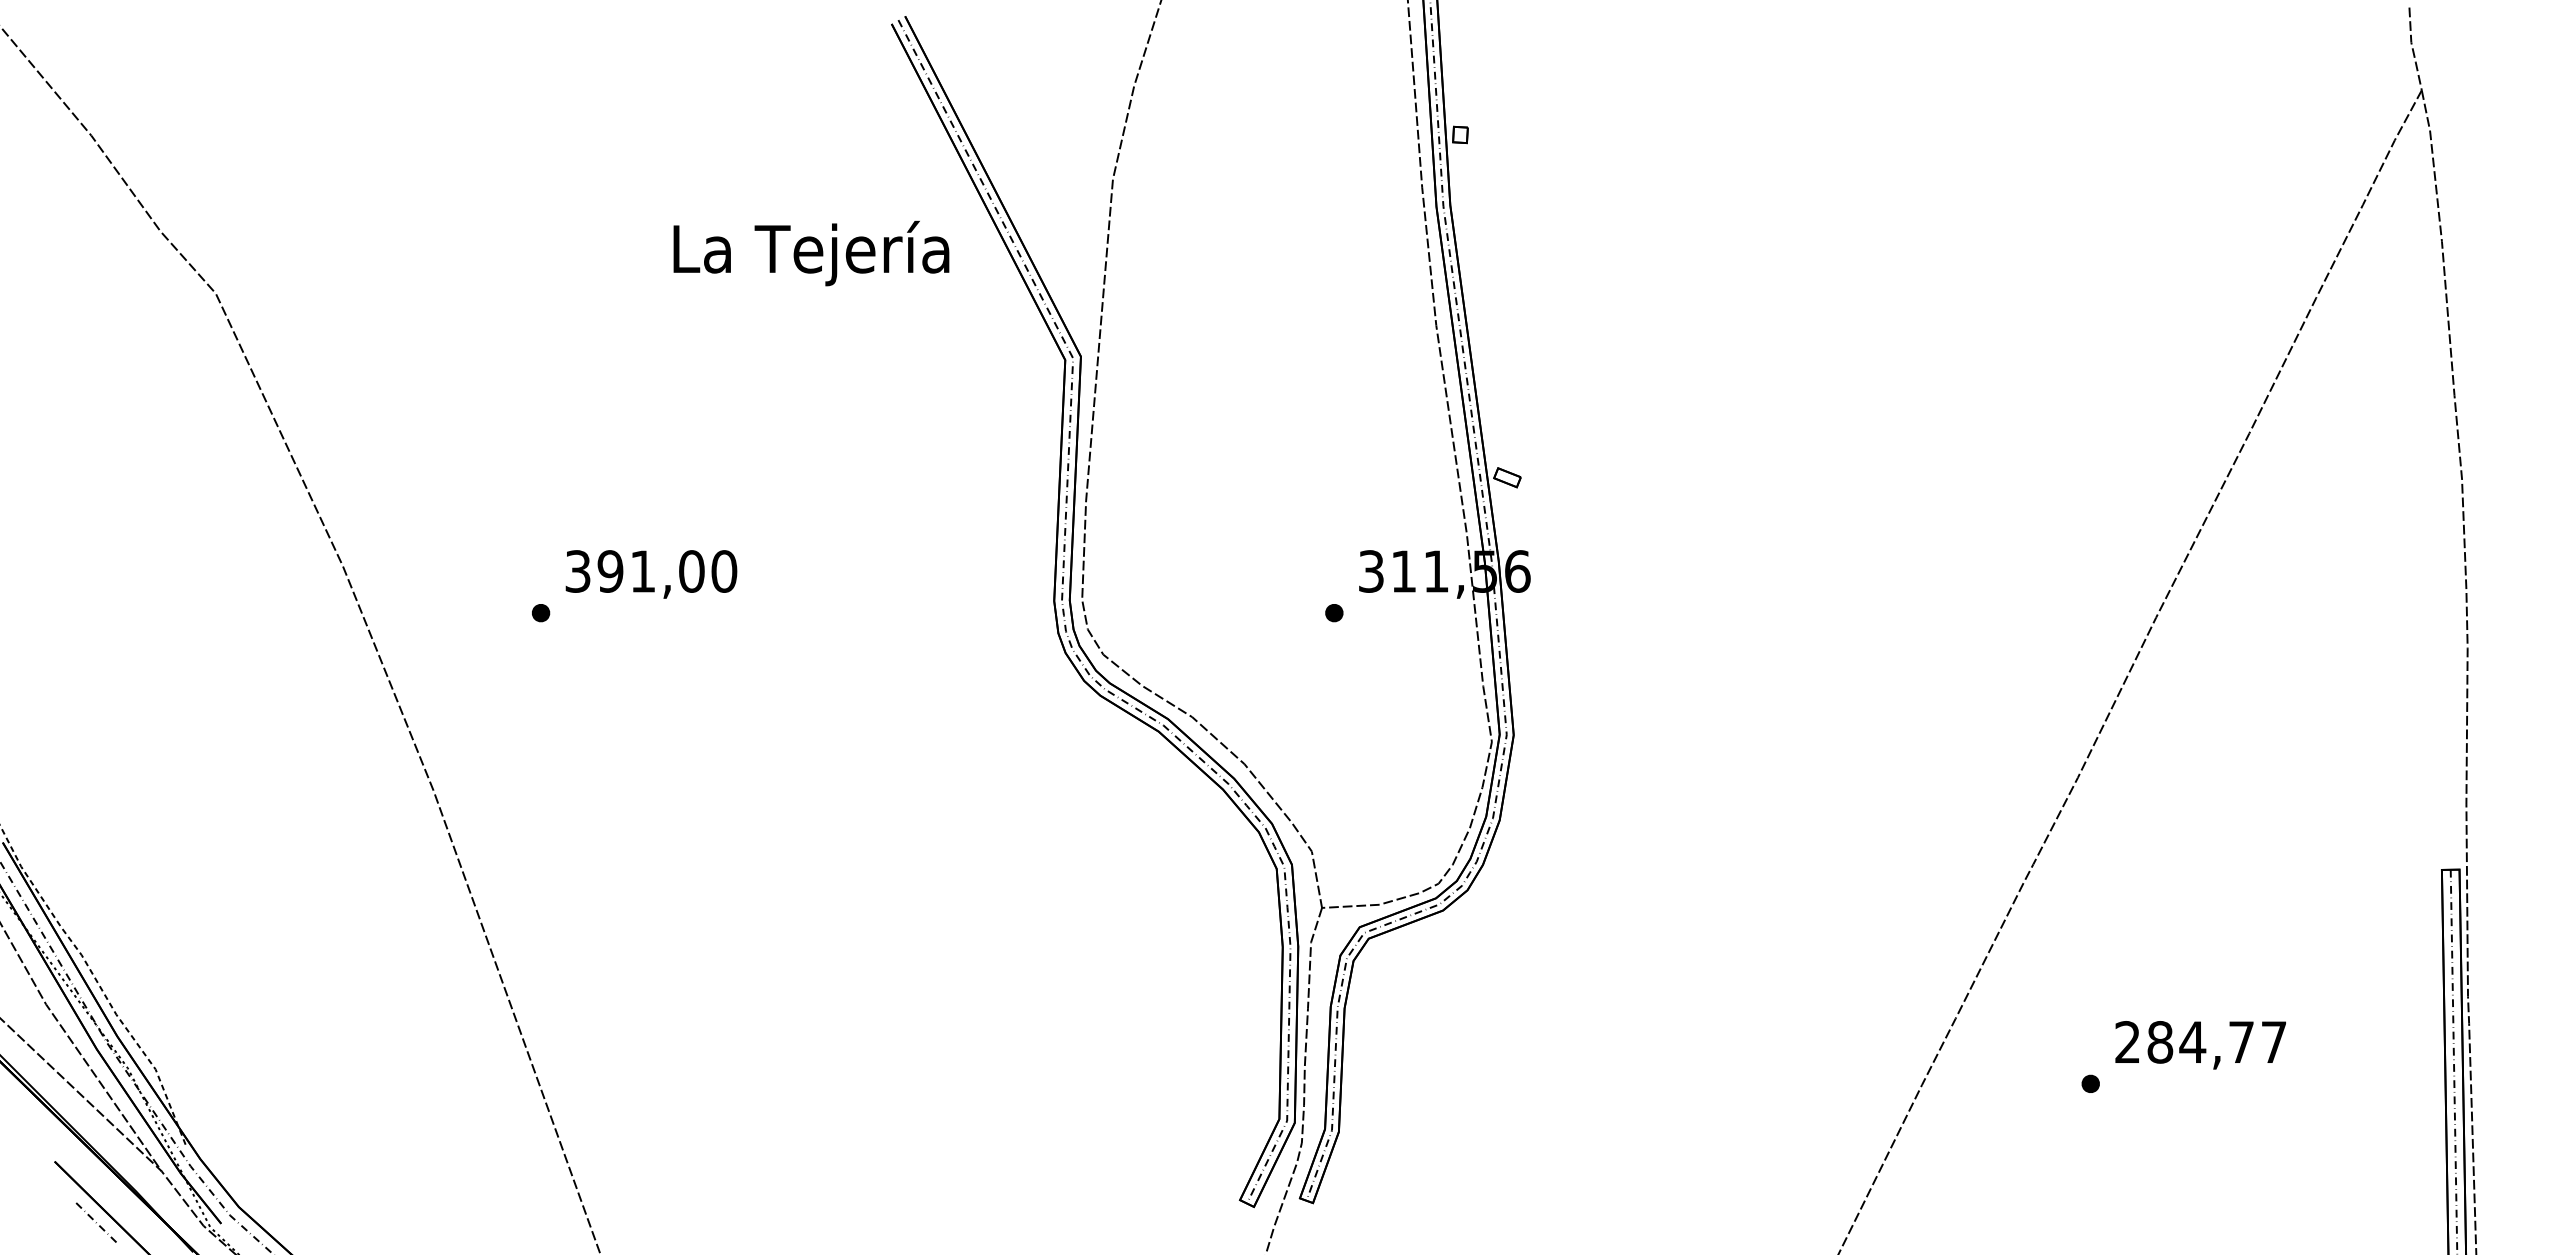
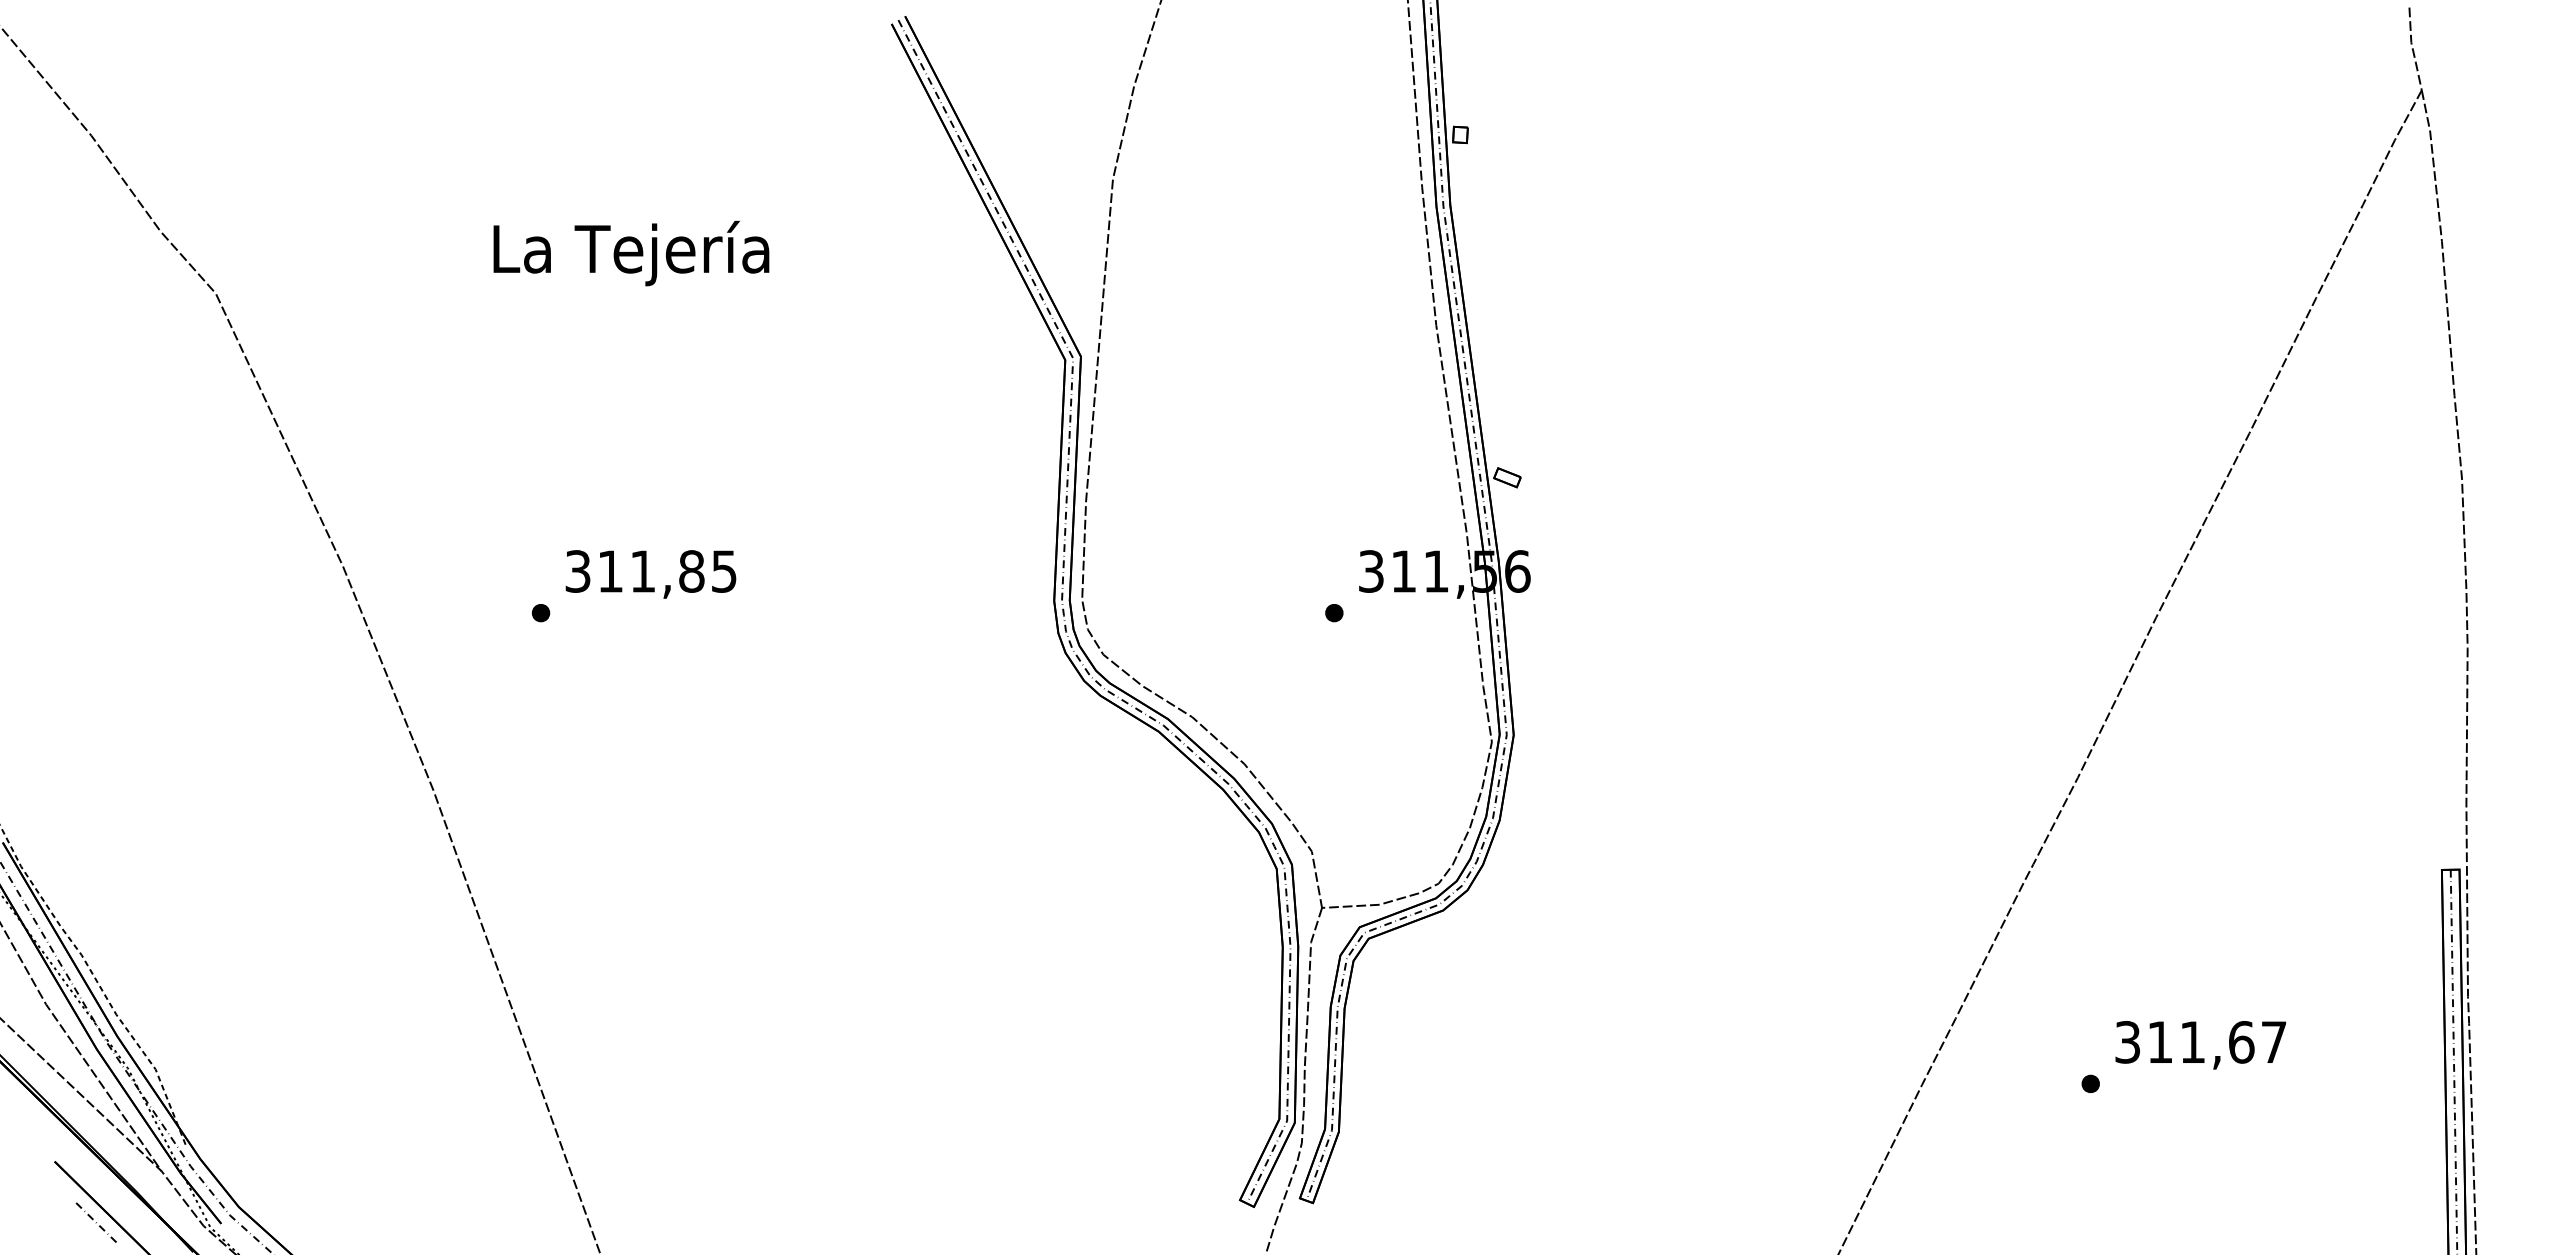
text at (811, 253) position: (811, 253) -> (631, 253)
text at (667, 571): 391,00 -> 311,85
text at (2184, 1042): 284,77 -> 311,67
